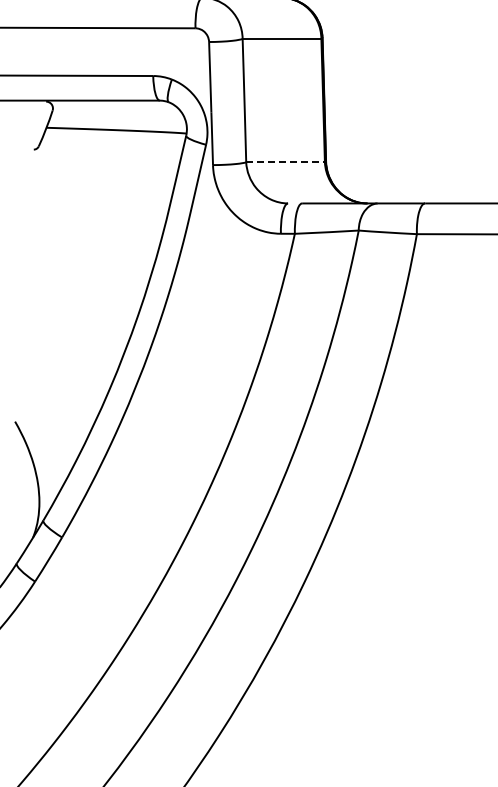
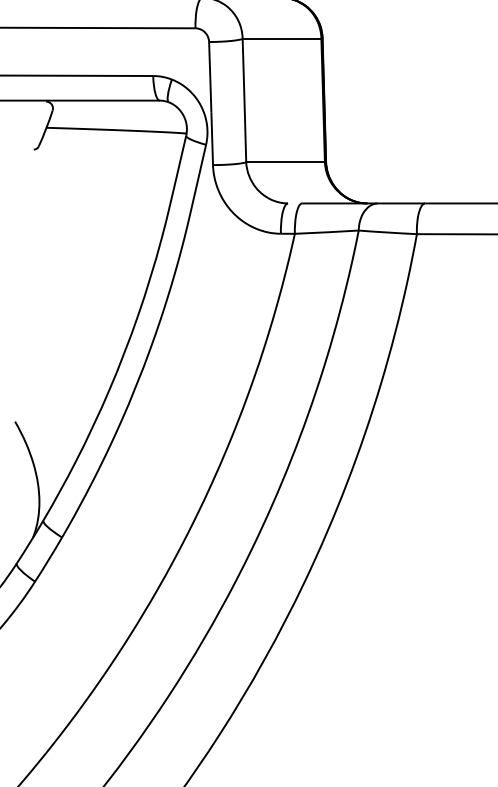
line at (286, 162): dashed -> solid
